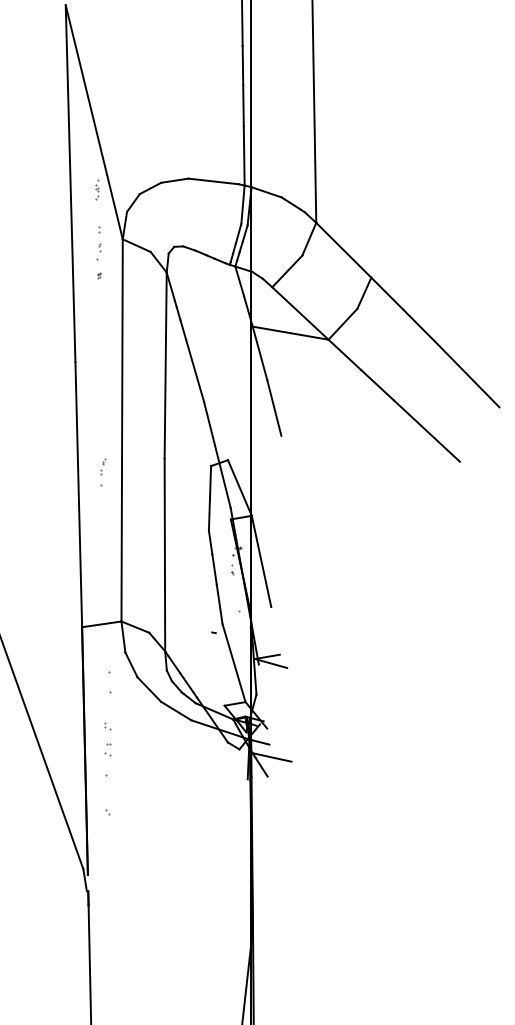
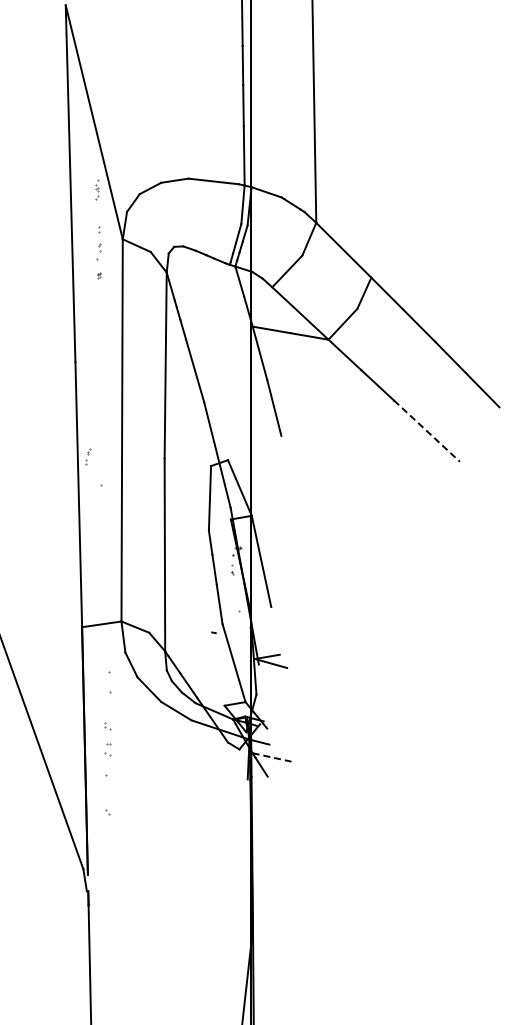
line at (426, 431): solid -> dashed
part at (103, 466) position: (103, 466) -> (88, 456)
line at (272, 757): solid -> dashed
